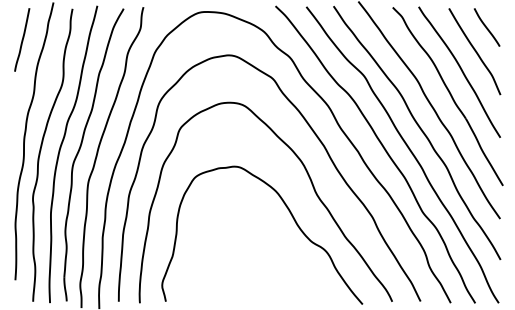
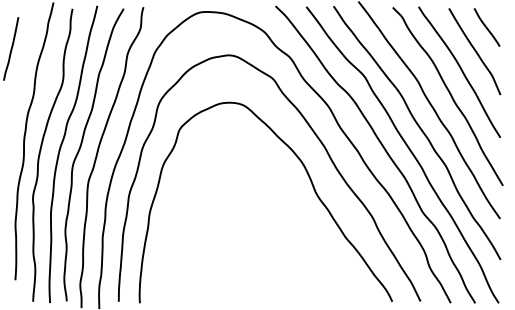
line at (22, 39) position: (22, 39) -> (11, 48)
curve at (292, 218): present -> none
